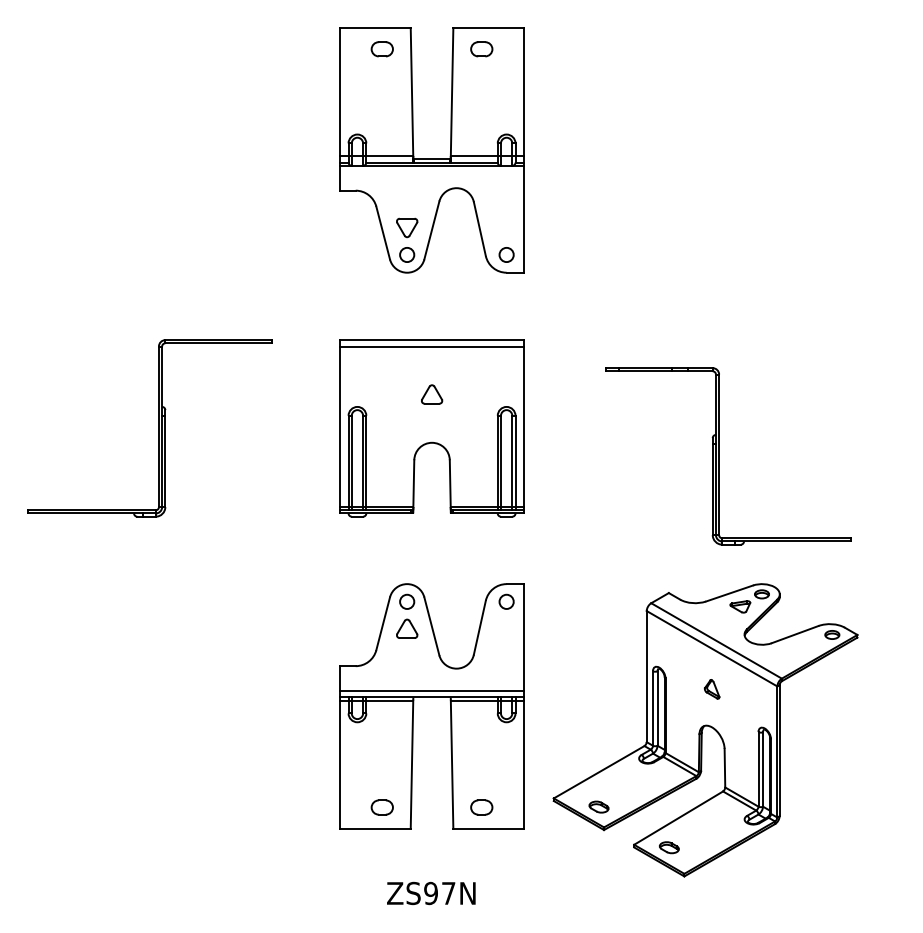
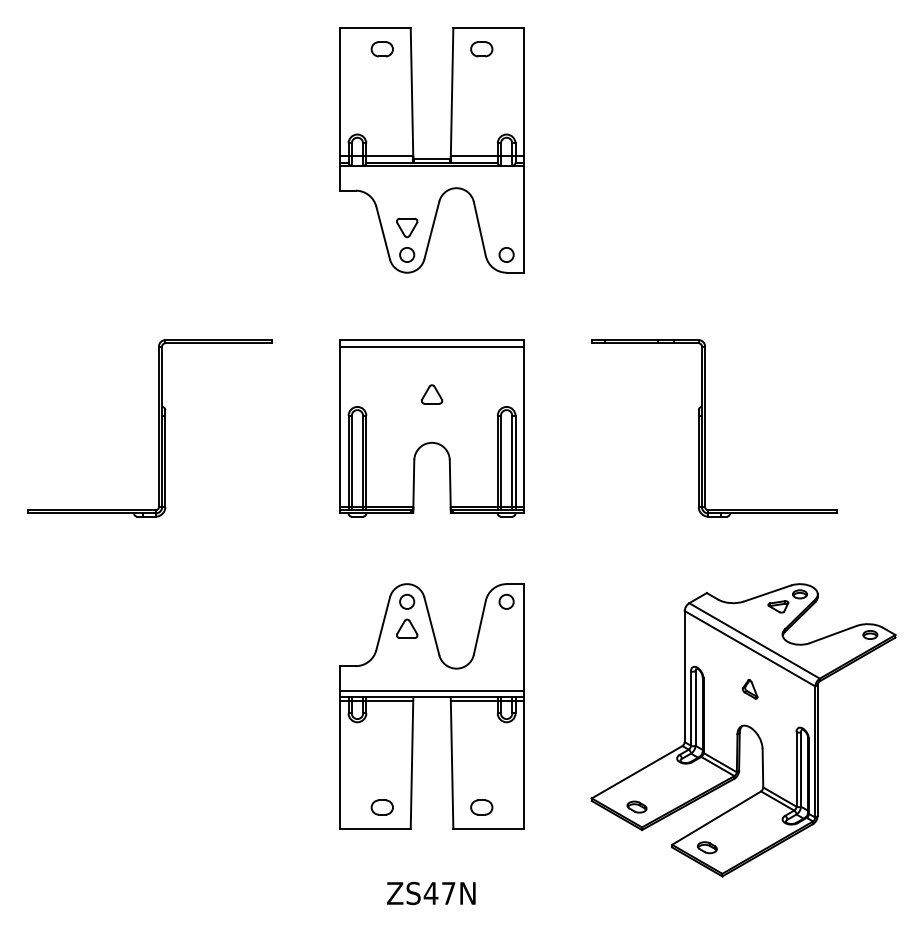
part at (719, 456) position: (719, 456) -> (705, 428)
part at (705, 730) position: (705, 730) -> (743, 730)
text at (430, 893): ZS97N -> ZS47N
